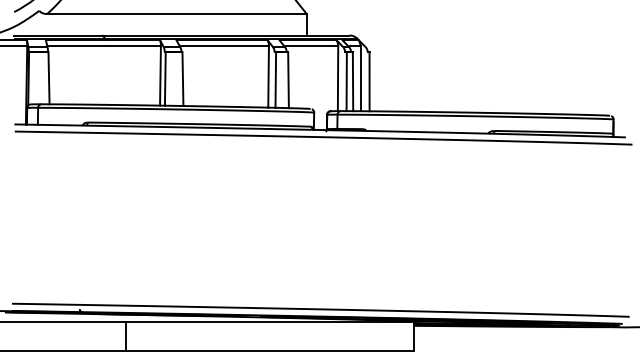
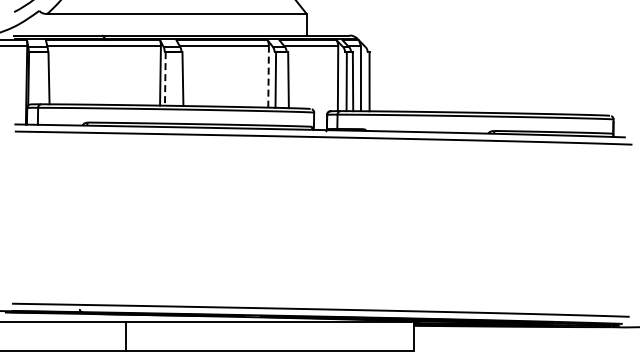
line at (268, 76): solid -> dashed
line at (165, 78): solid -> dashed
